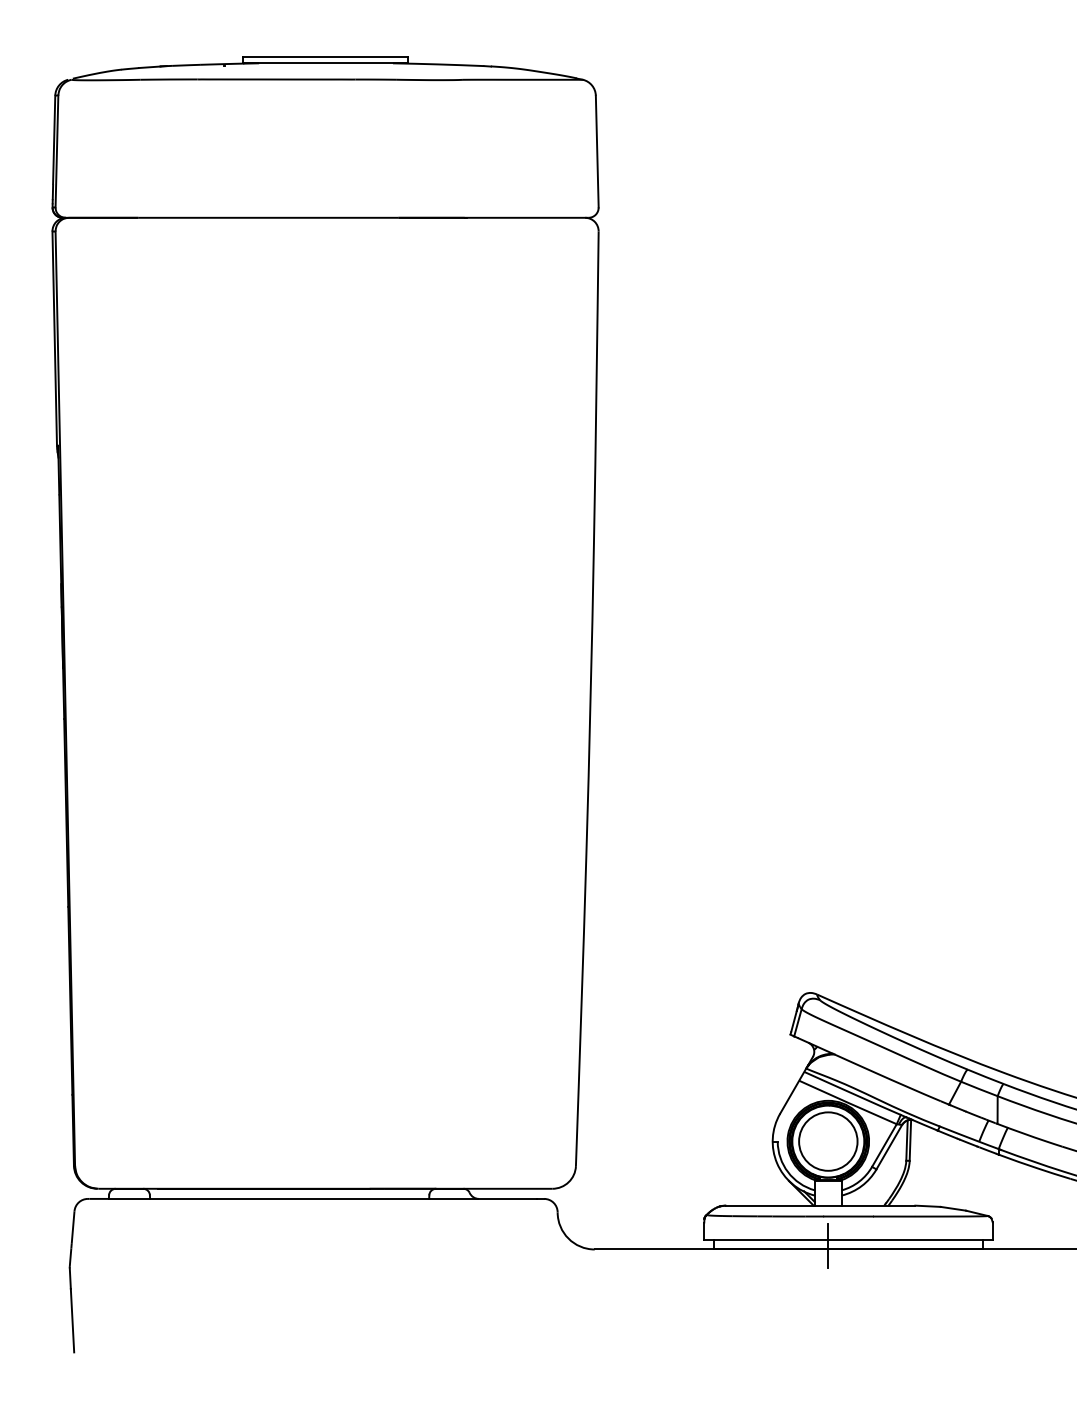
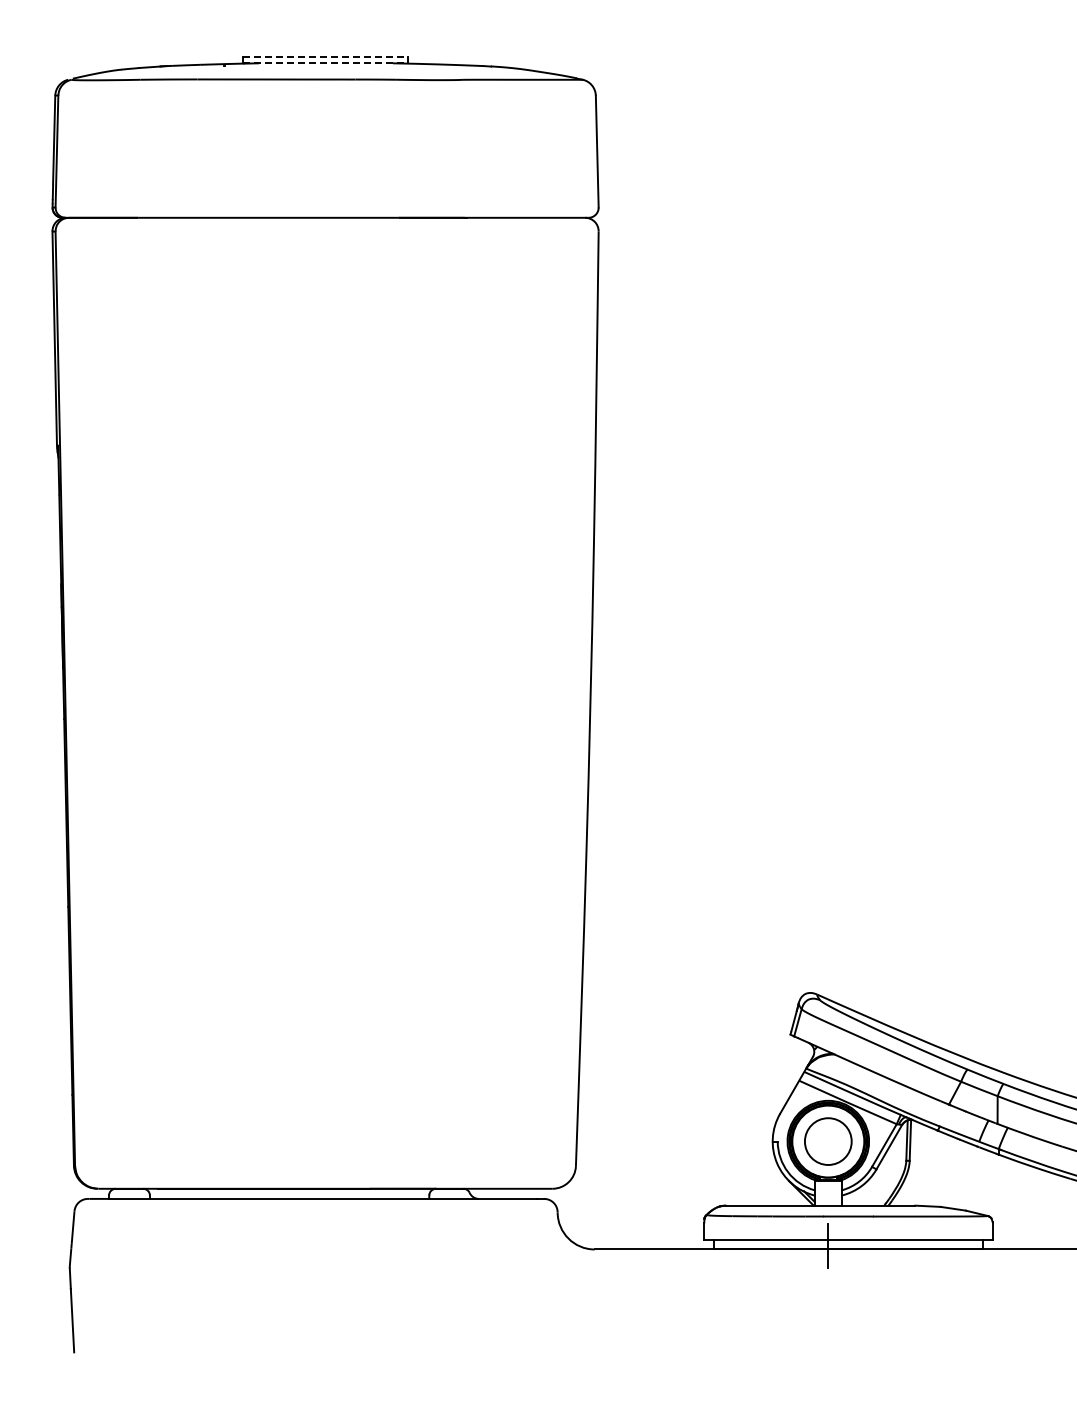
line at (325, 56): solid -> dashed
line at (325, 63): solid -> dashed
circle at (828, 1141) diameter: 58 px -> 47 px
